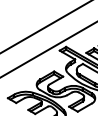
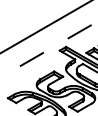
line at (48, 49): solid -> dashed
